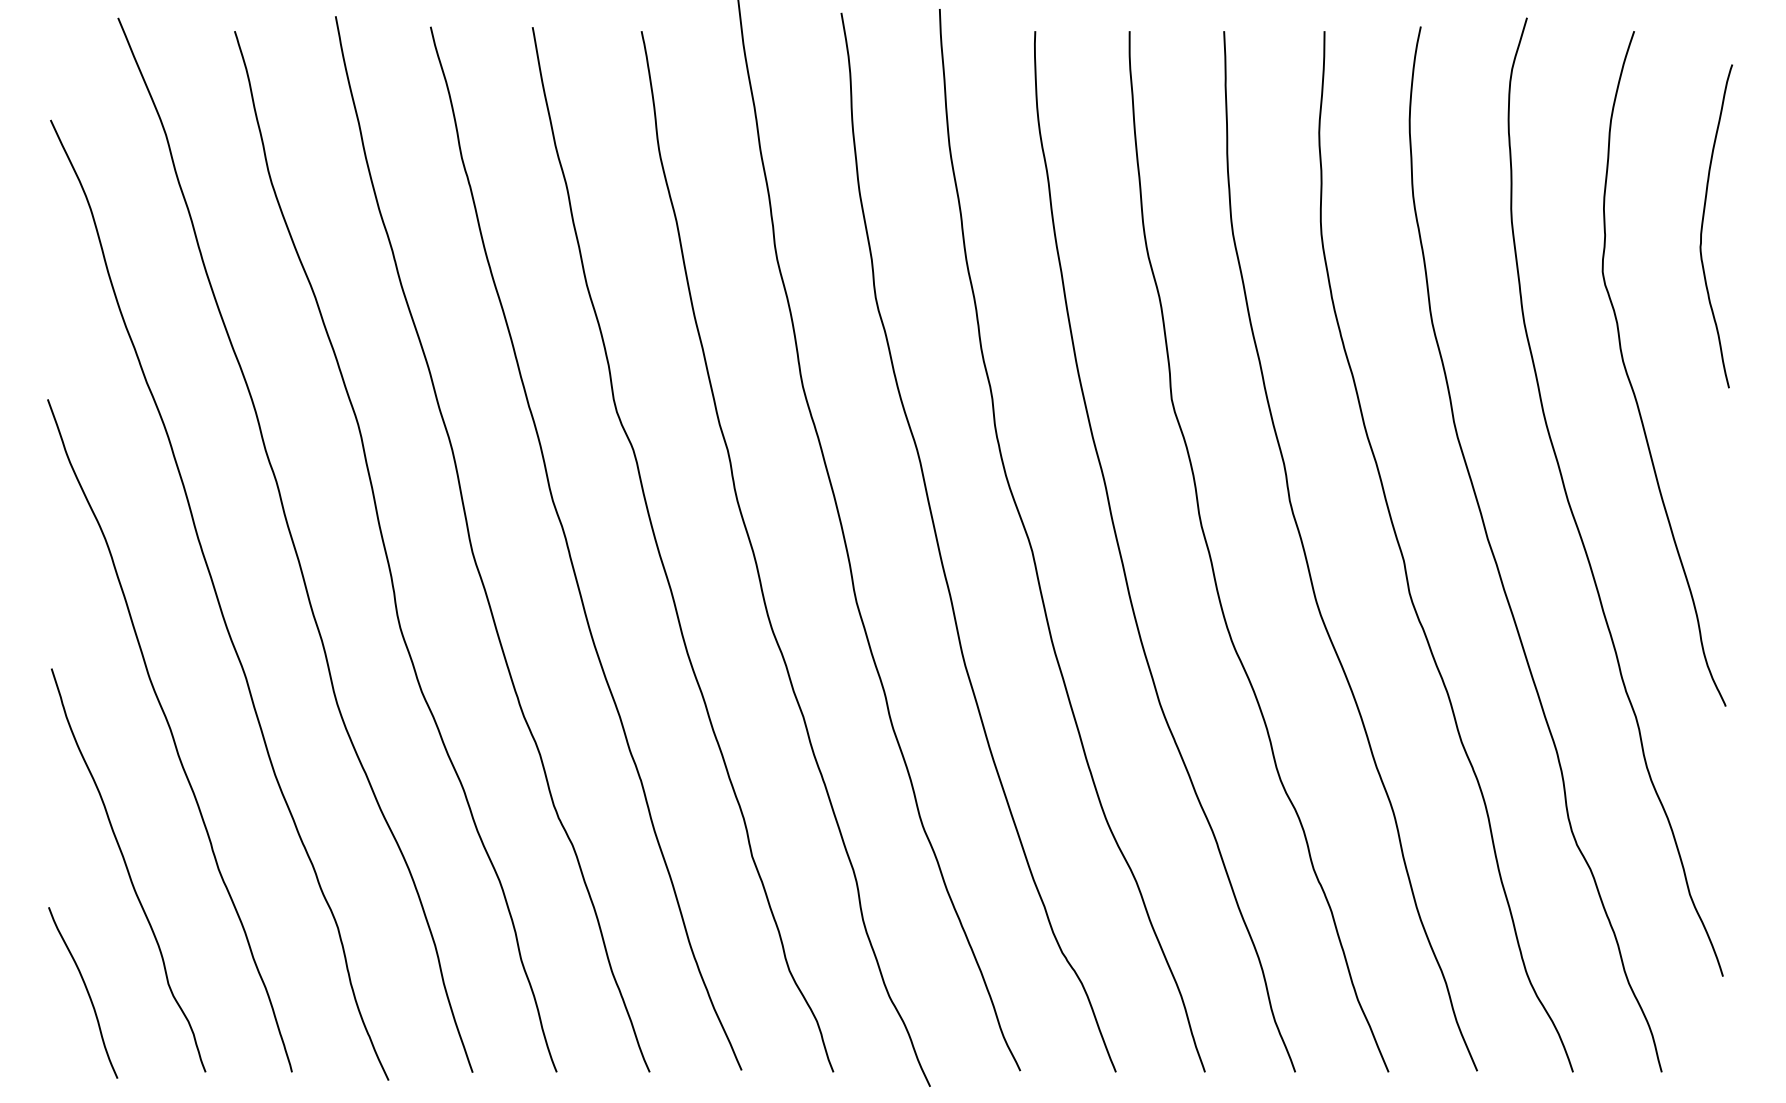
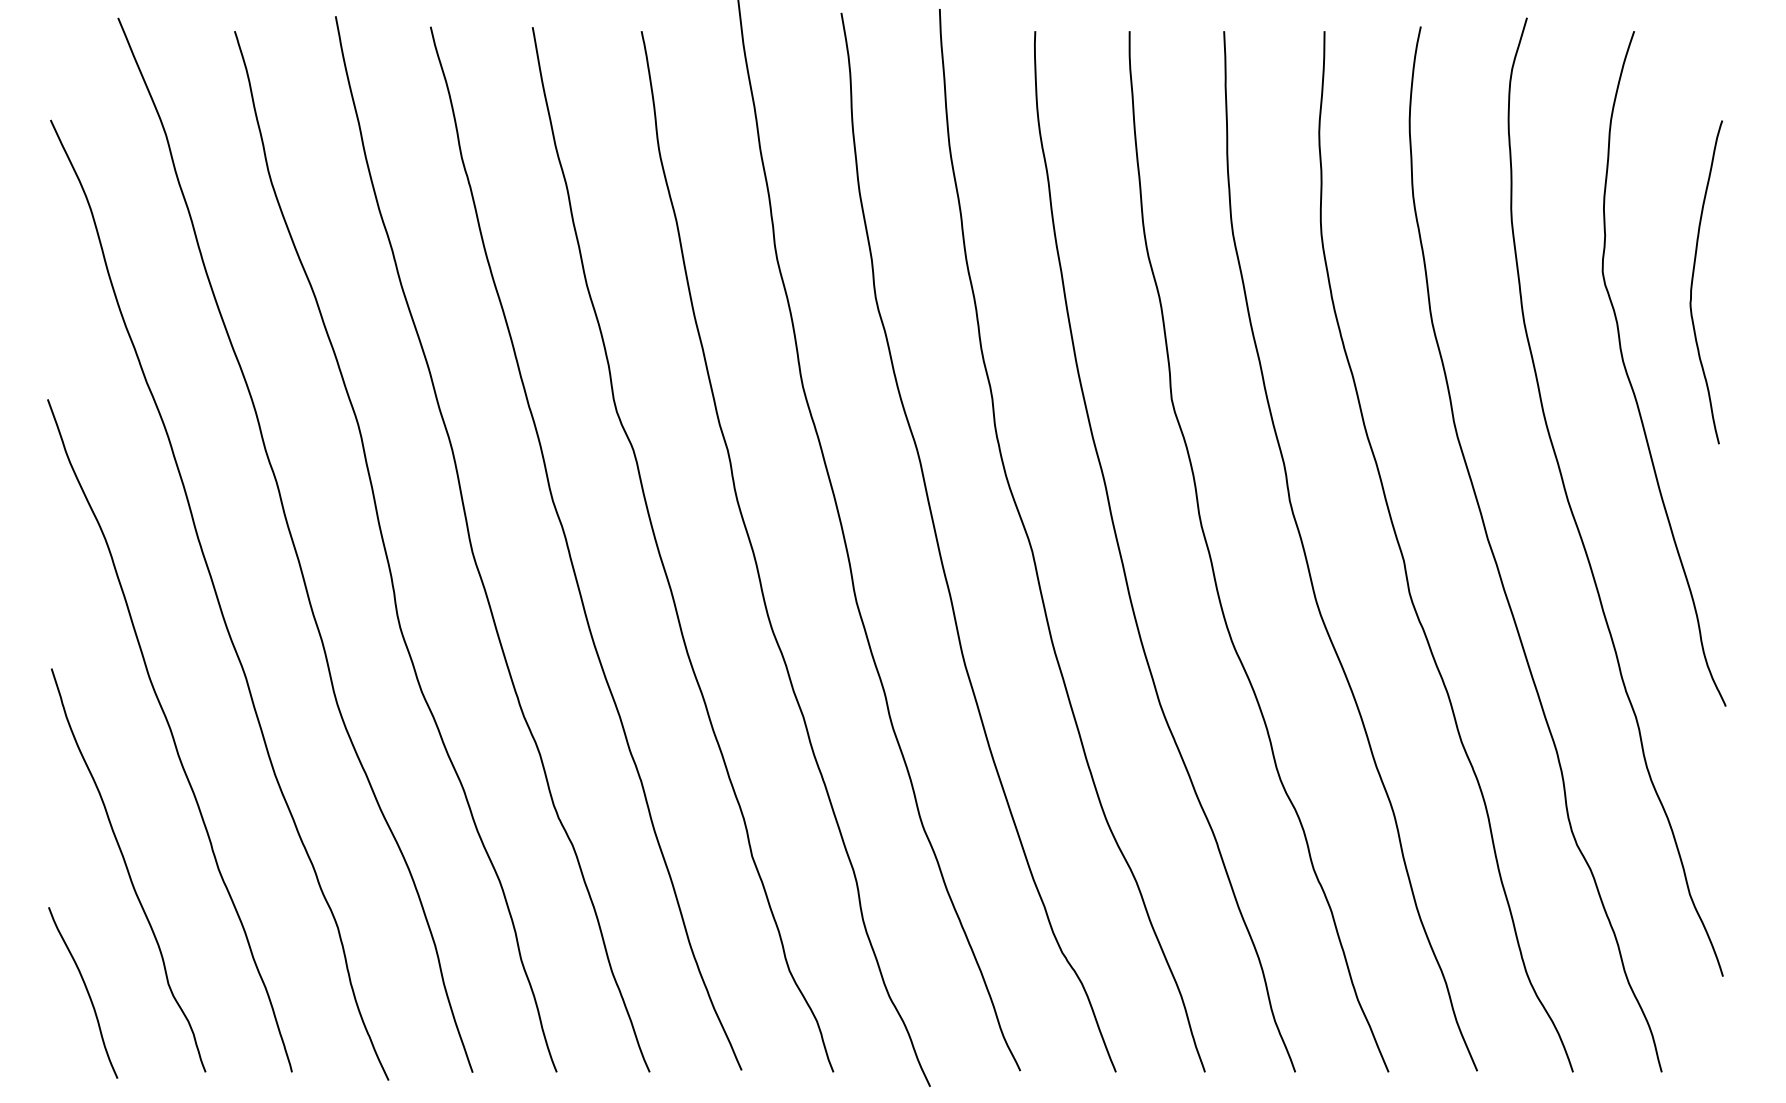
curve at (1703, 224) position: (1703, 224) -> (1693, 280)
